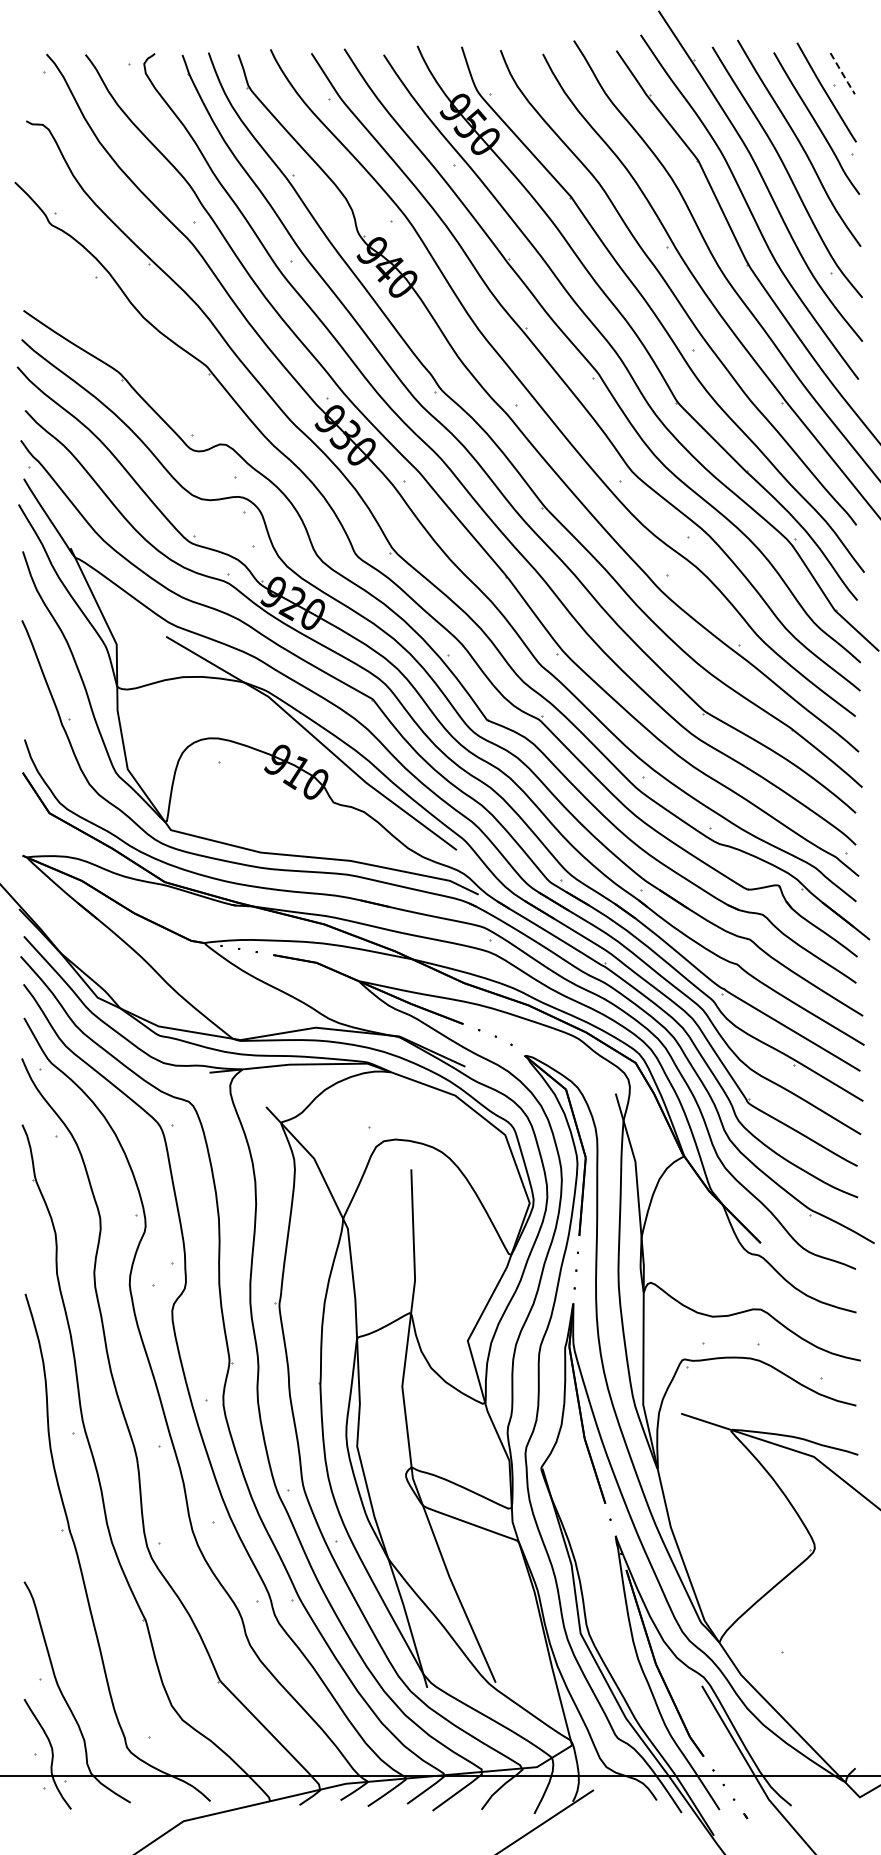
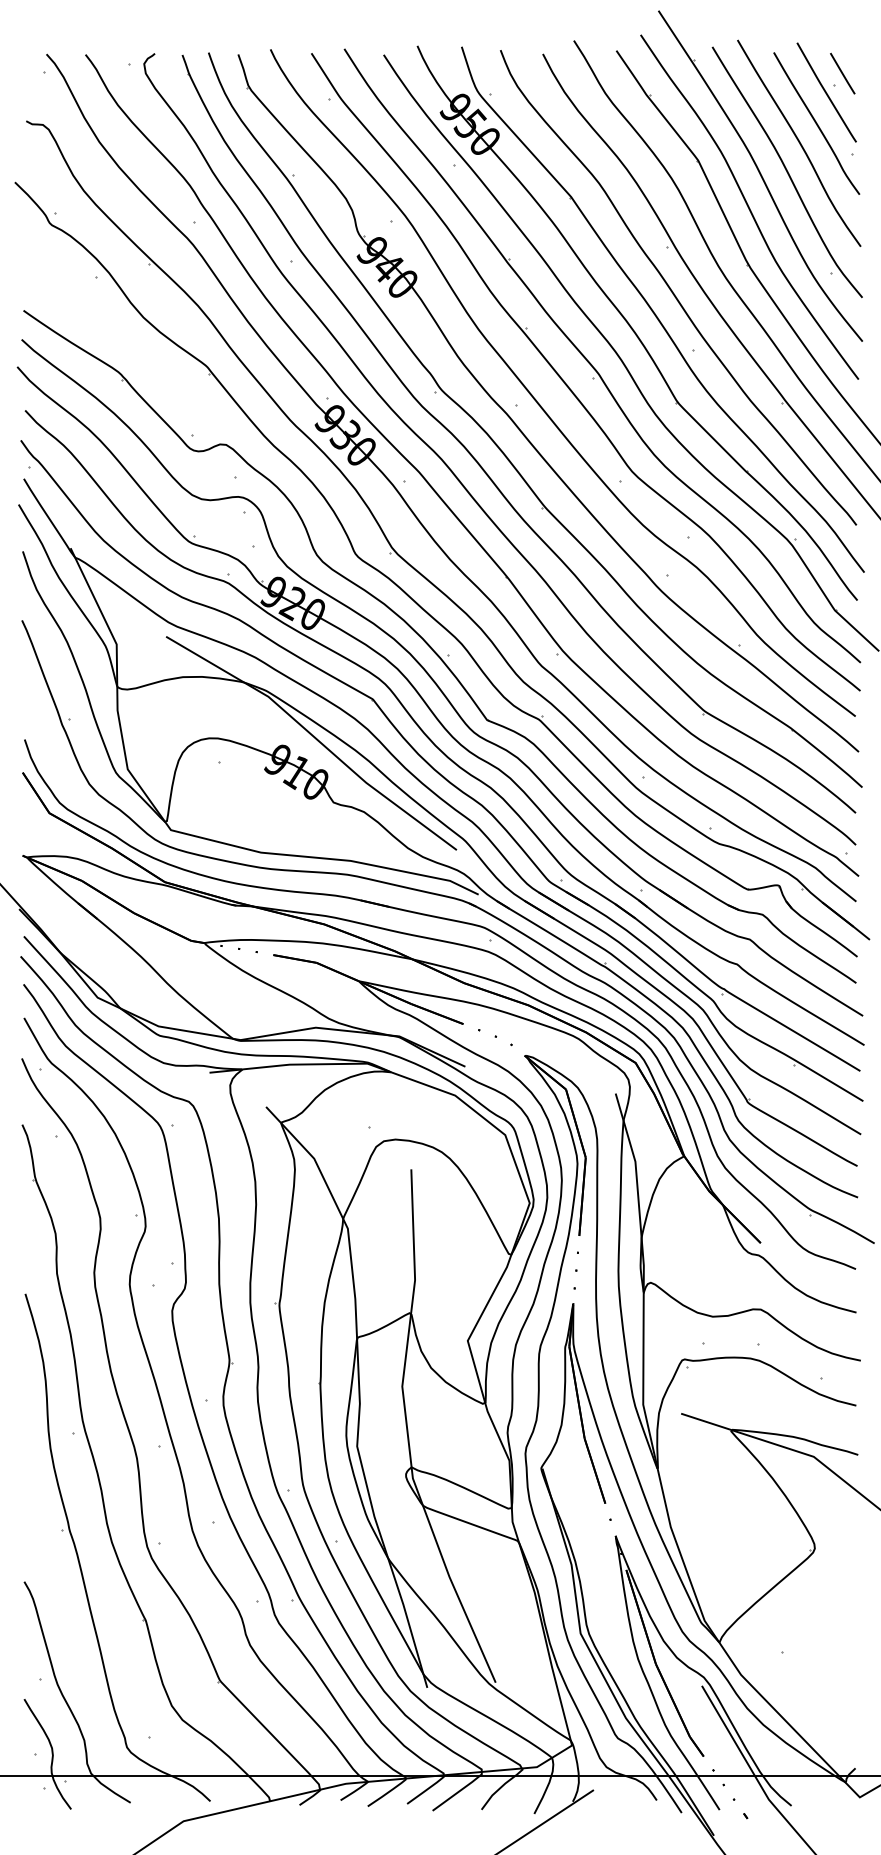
line at (843, 74): dashed -> solid
